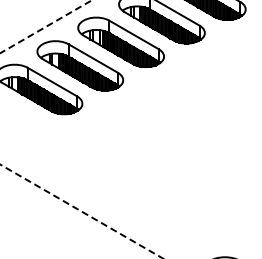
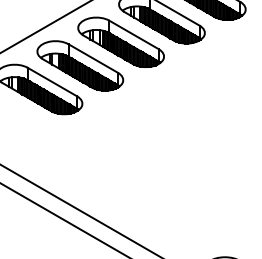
line at (46, 26): dashed -> solid
line at (82, 211): dashed -> solid
line at (63, 219): none -> present
